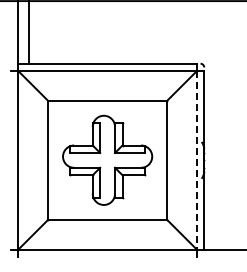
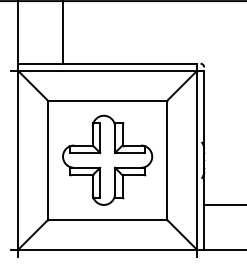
line at (29, 32) position: (29, 32) -> (63, 32)
line at (196, 160): dashed -> solid
line at (223, 204): none -> present
